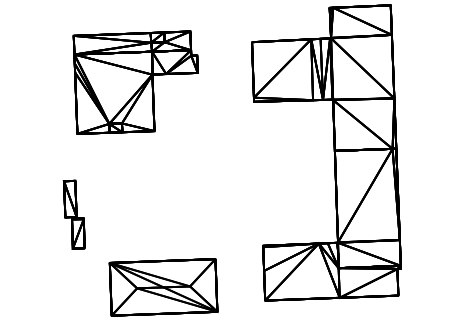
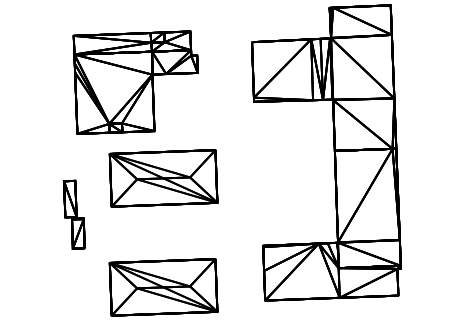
part at (163, 178): none -> present
